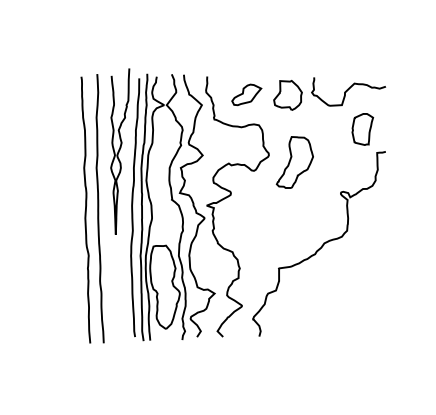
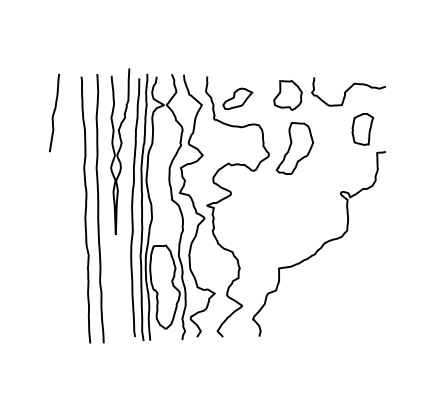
part at (246, 94) position: (246, 94) -> (237, 98)
curve at (54, 112): none -> present
part at (294, 162) position: (294, 162) -> (294, 148)
